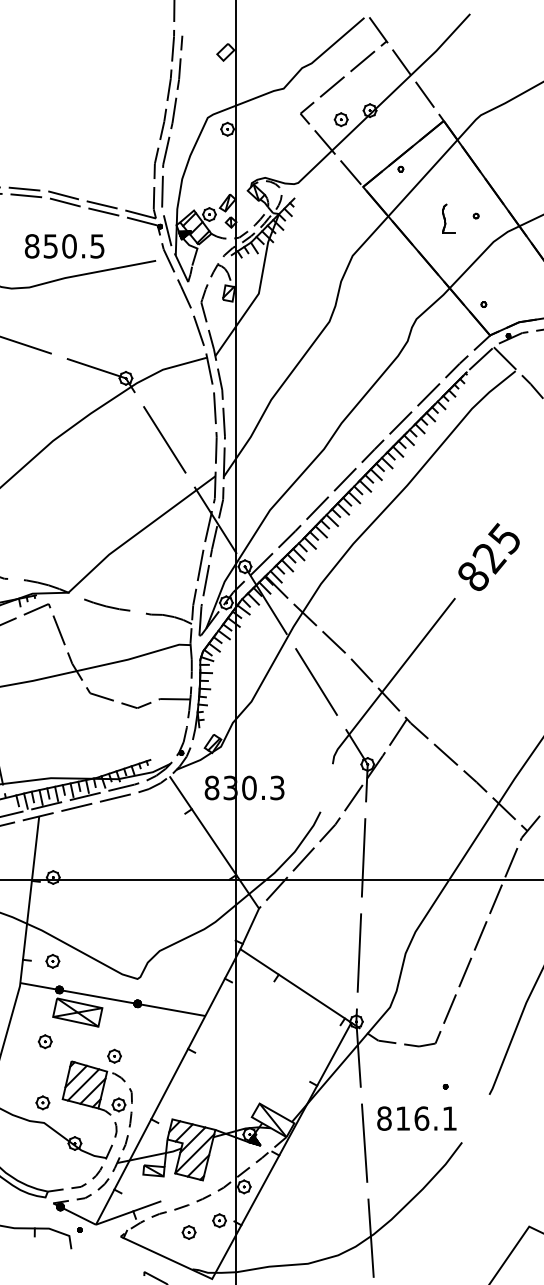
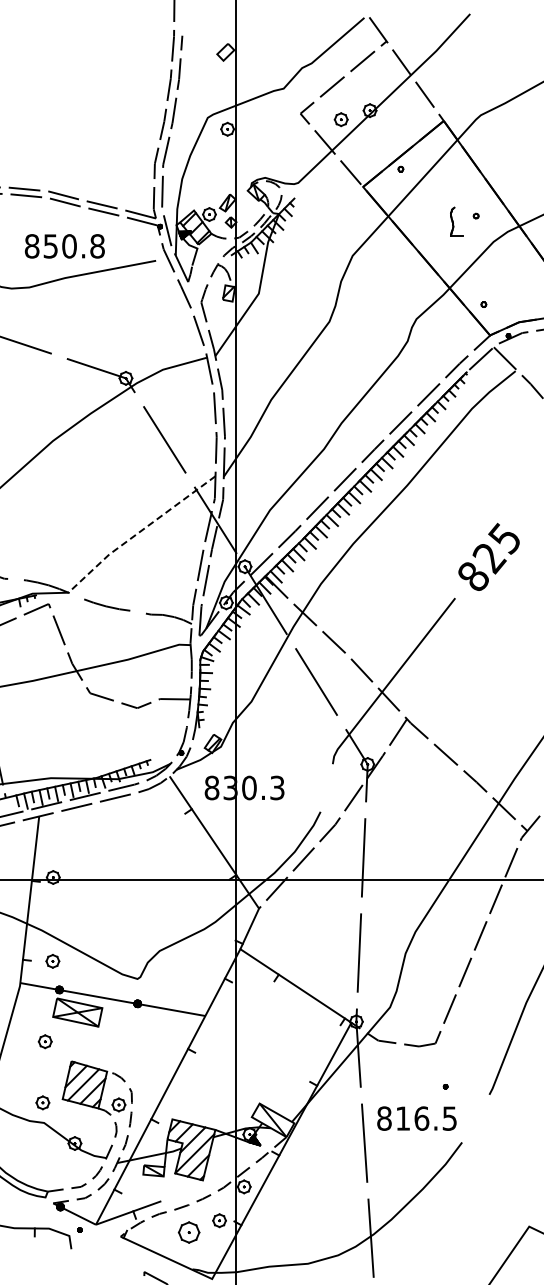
part at (448, 218) position: (448, 218) -> (456, 221)
text at (97, 246): 850.5 -> 850.8
line at (139, 532): solid -> dashed
part at (114, 1055): present -> none
text at (449, 1118): 816.1 -> 816.5
part at (188, 1232) size: 16x15 px -> 24x23 px
